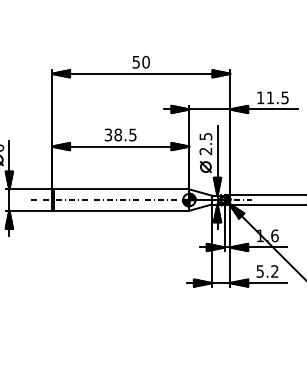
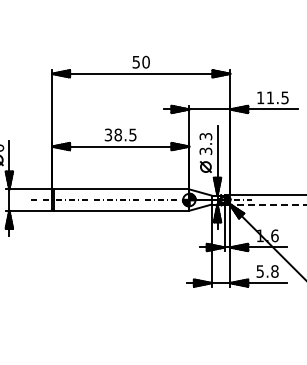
text at (205, 143): 2.5 -> 3.3
line at (266, 204): solid -> dashed
text at (274, 271): 5.2 -> 5.8
